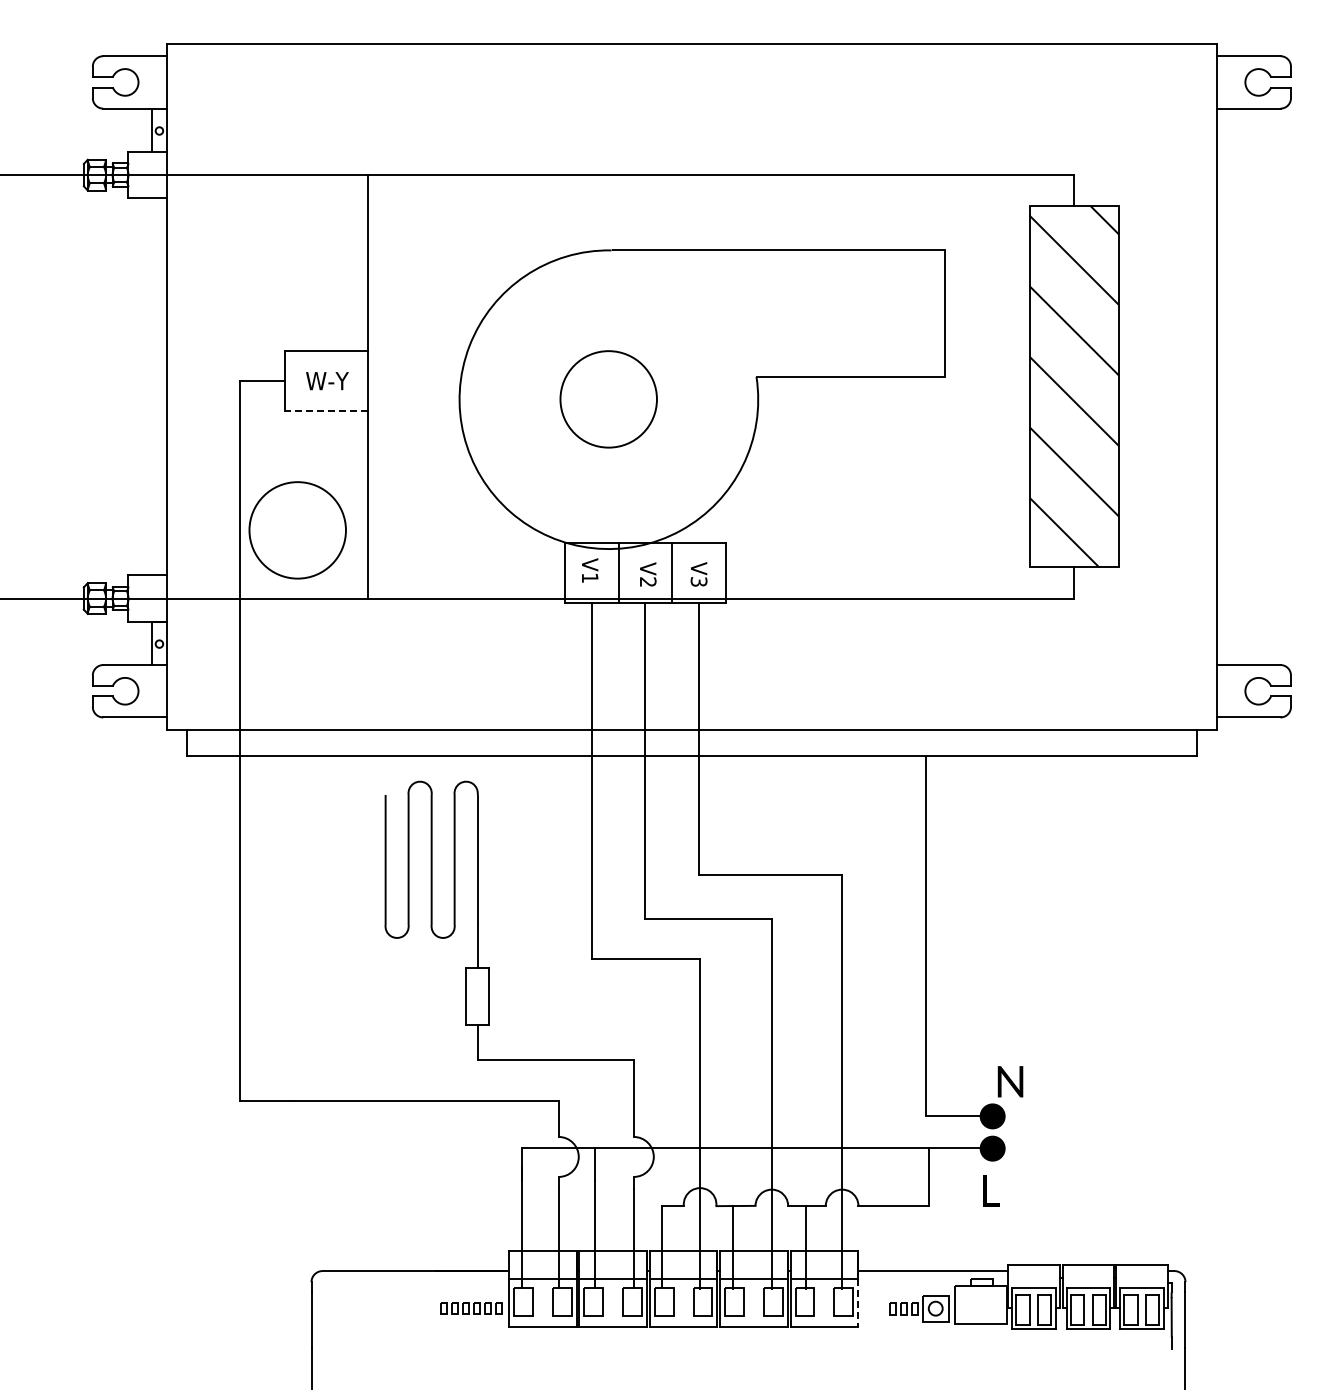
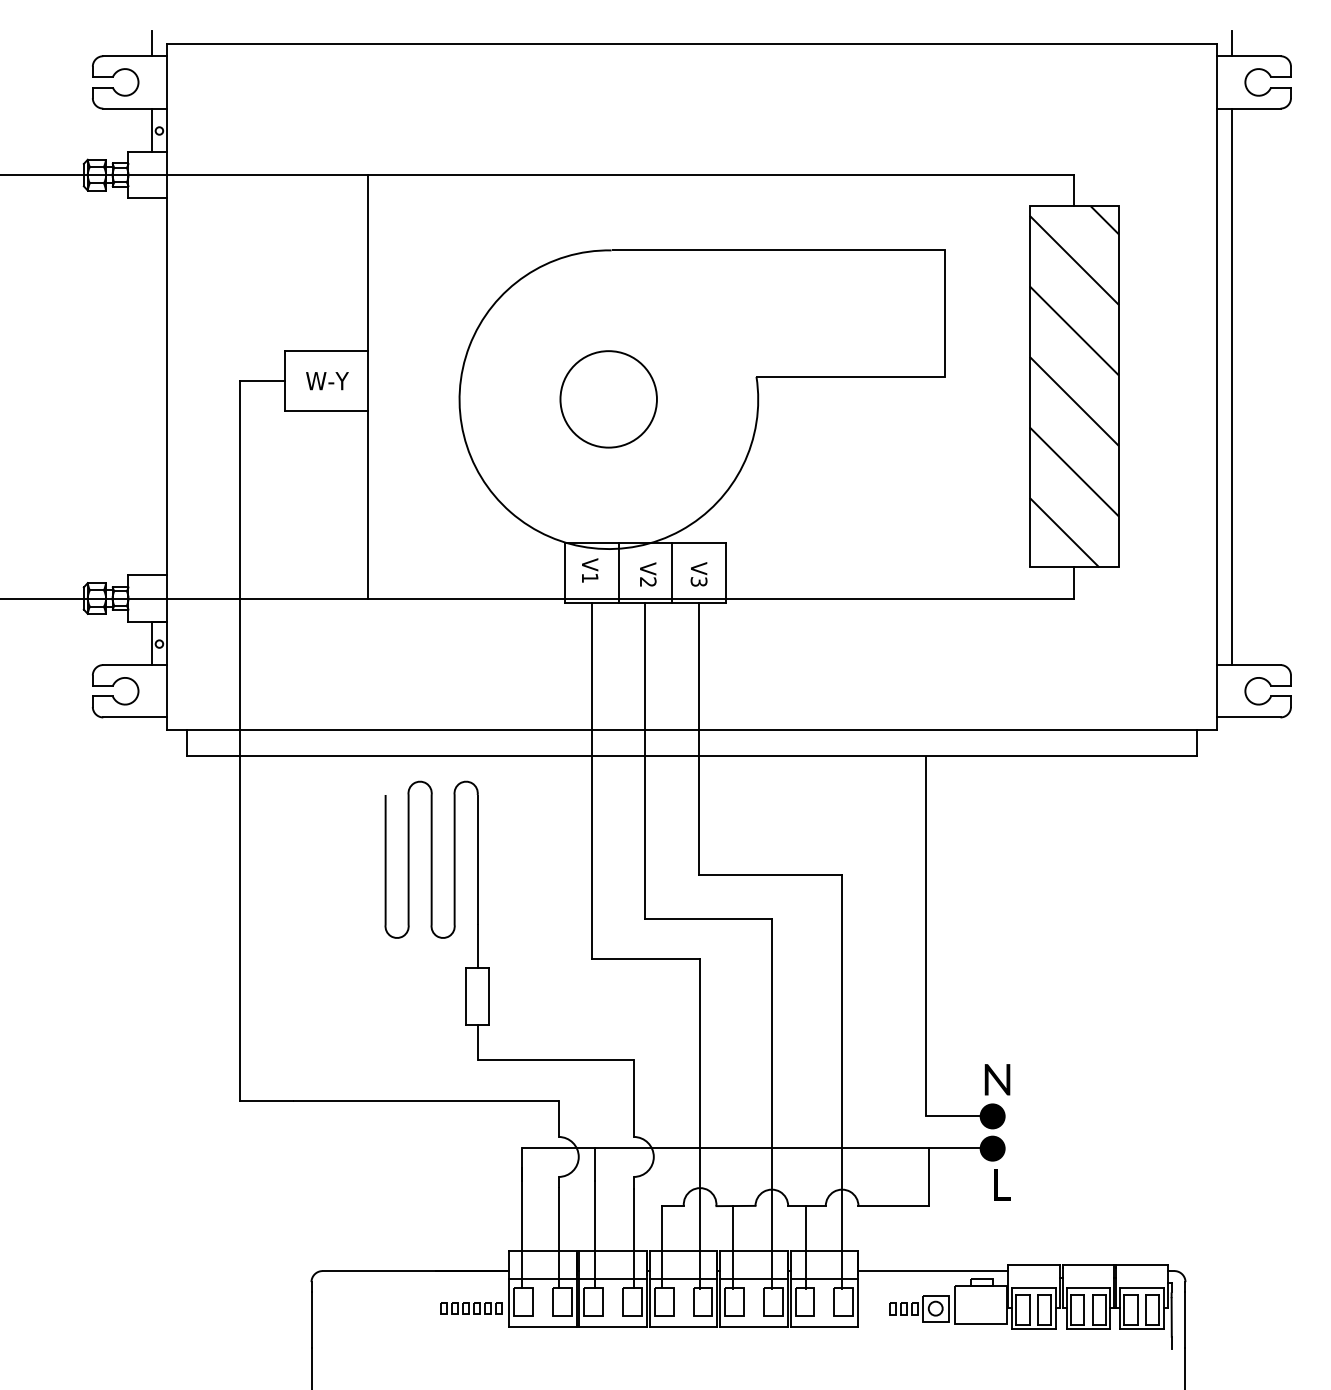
line at (151, 43): none -> present
line at (1232, 43): none -> present
line at (1232, 386): none -> present
line at (325, 410): dashed -> solid
circle at (297, 530): present -> none
text at (1010, 1081) position: (1010, 1081) -> (997, 1079)
text at (991, 1190) position: (991, 1190) -> (1002, 1184)
line at (858, 1303): dashed -> solid
